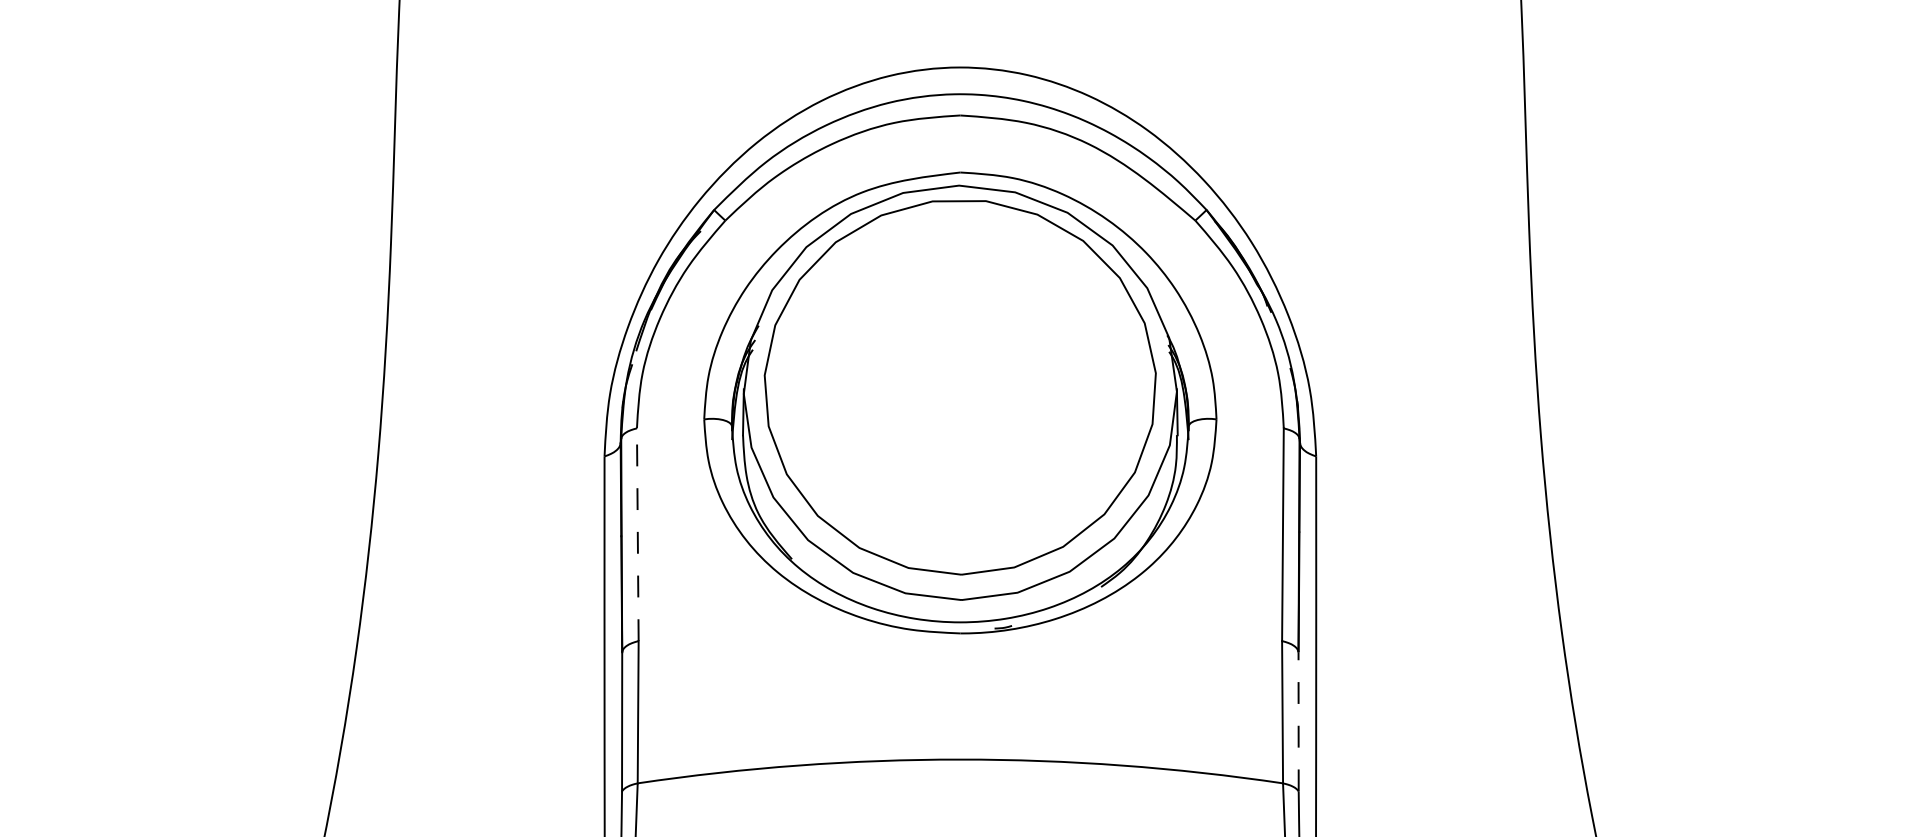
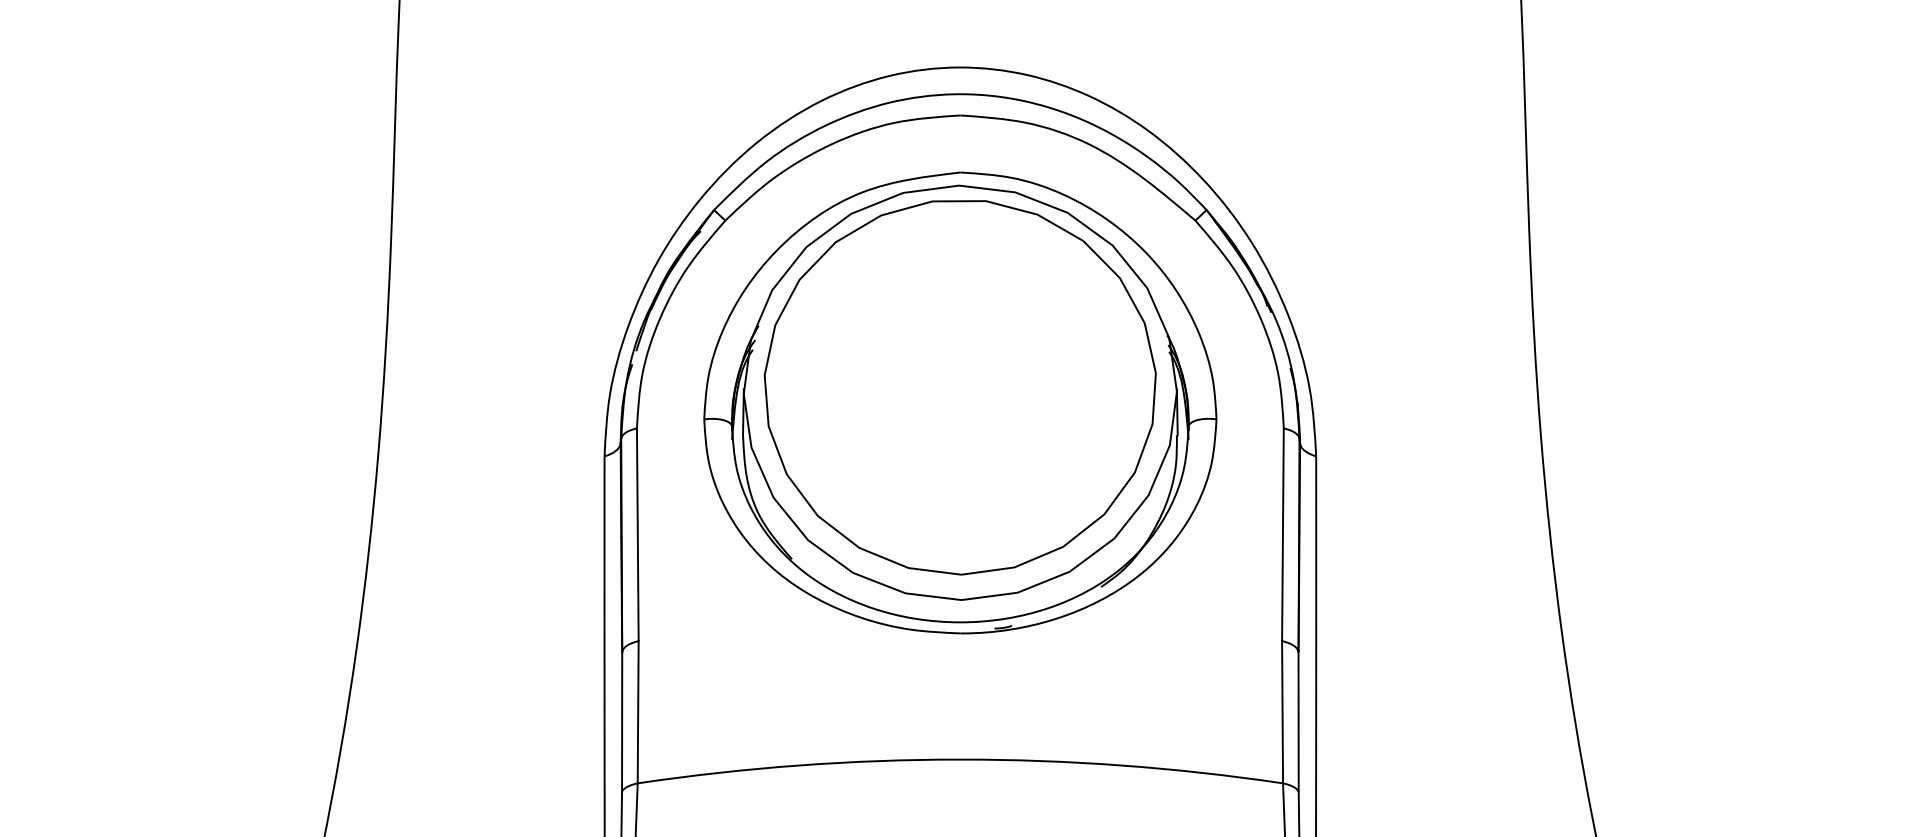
line at (637, 534): dashed -> solid
line at (1298, 721): dashed -> solid
